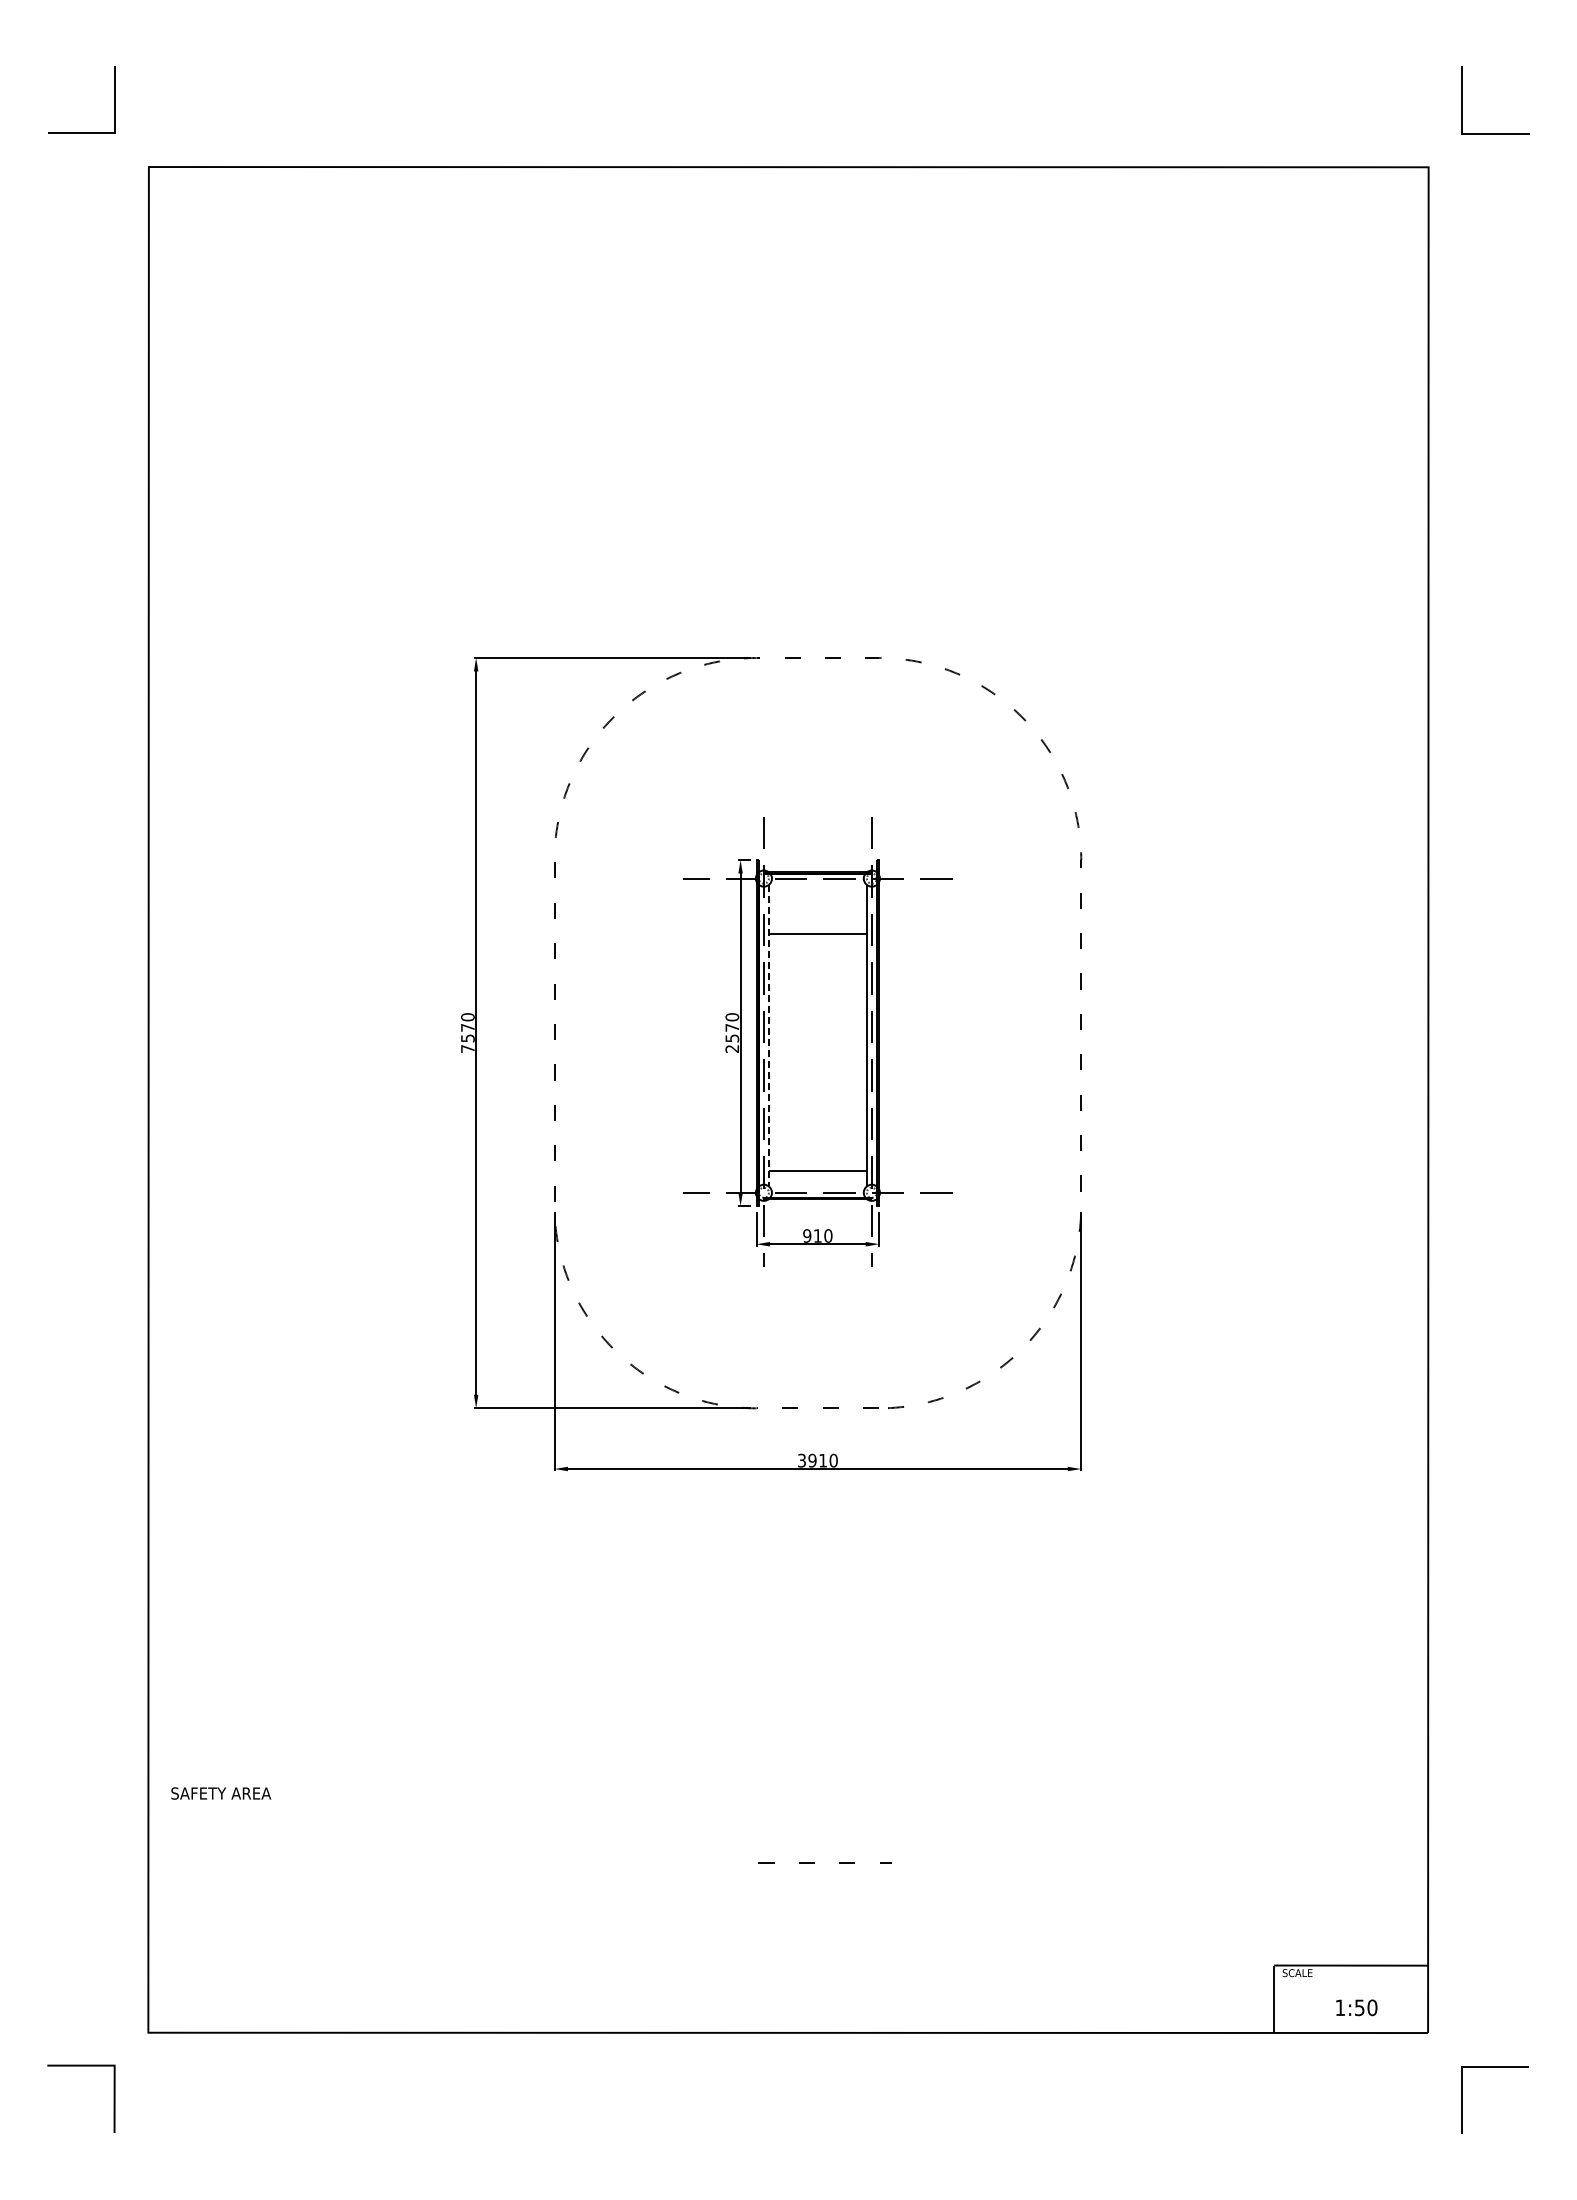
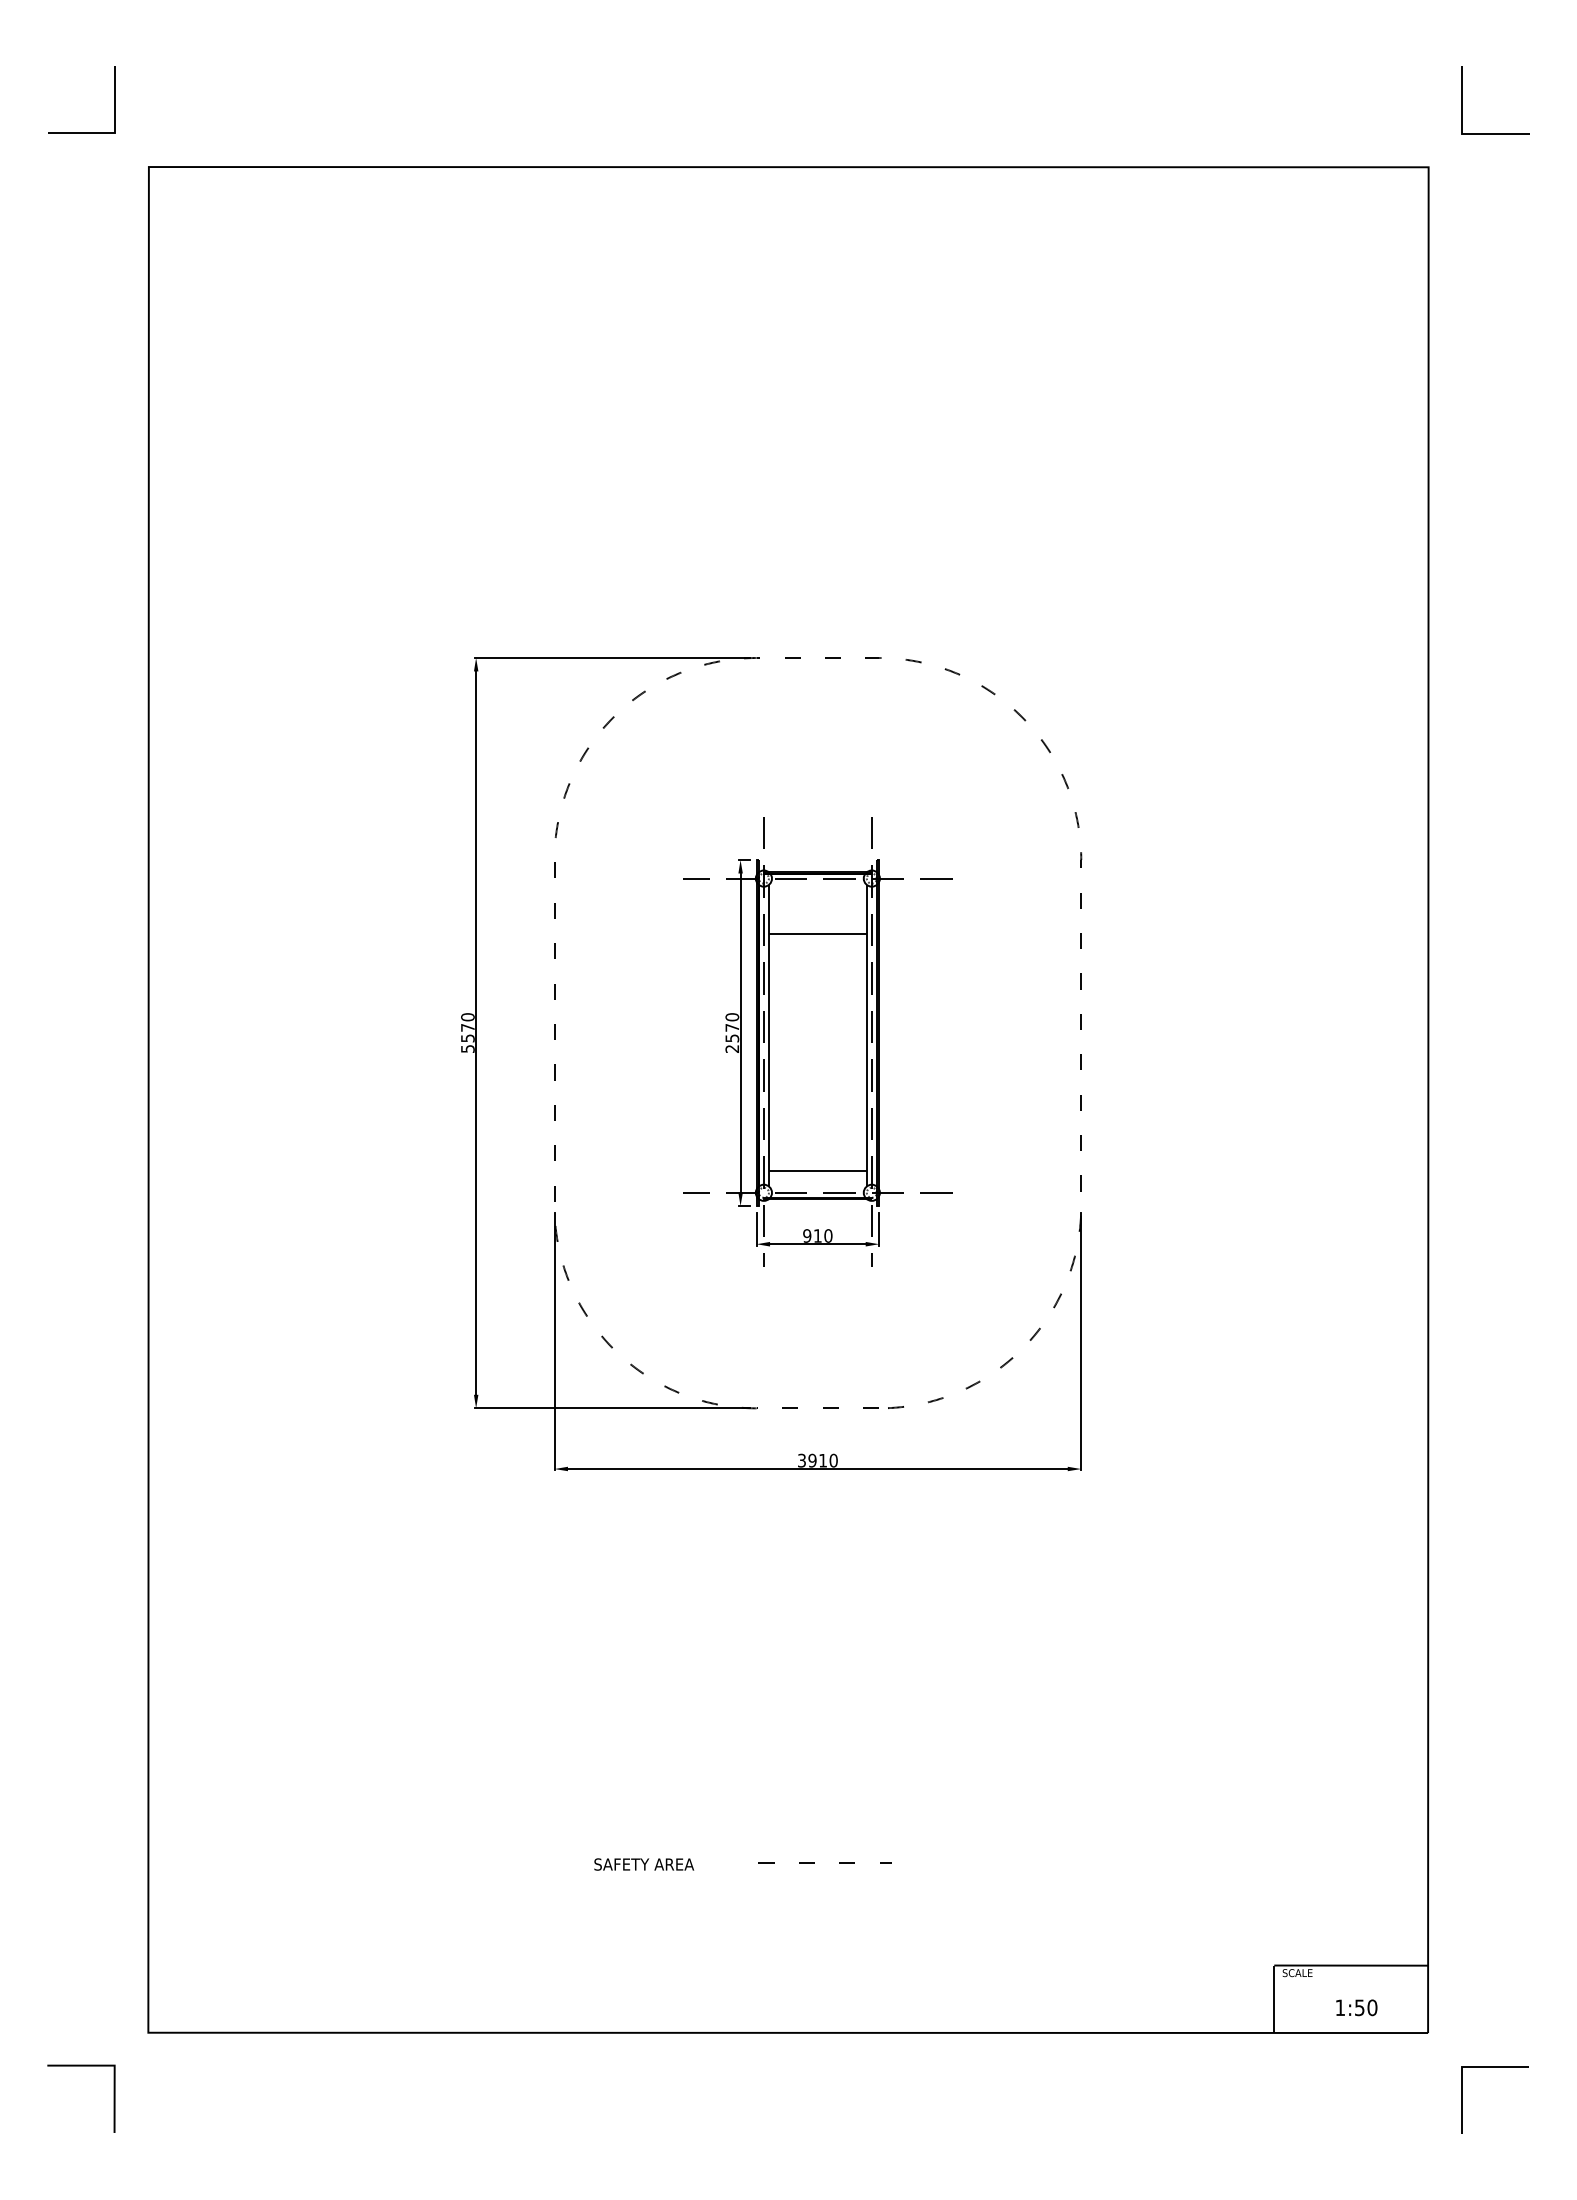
line at (768, 1035): dashed -> solid
text at (467, 1048): 7570 -> 5570
text at (221, 1793) position: (221, 1793) -> (644, 1864)
